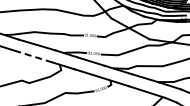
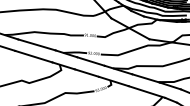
line at (33, 56): dashed -> solid
